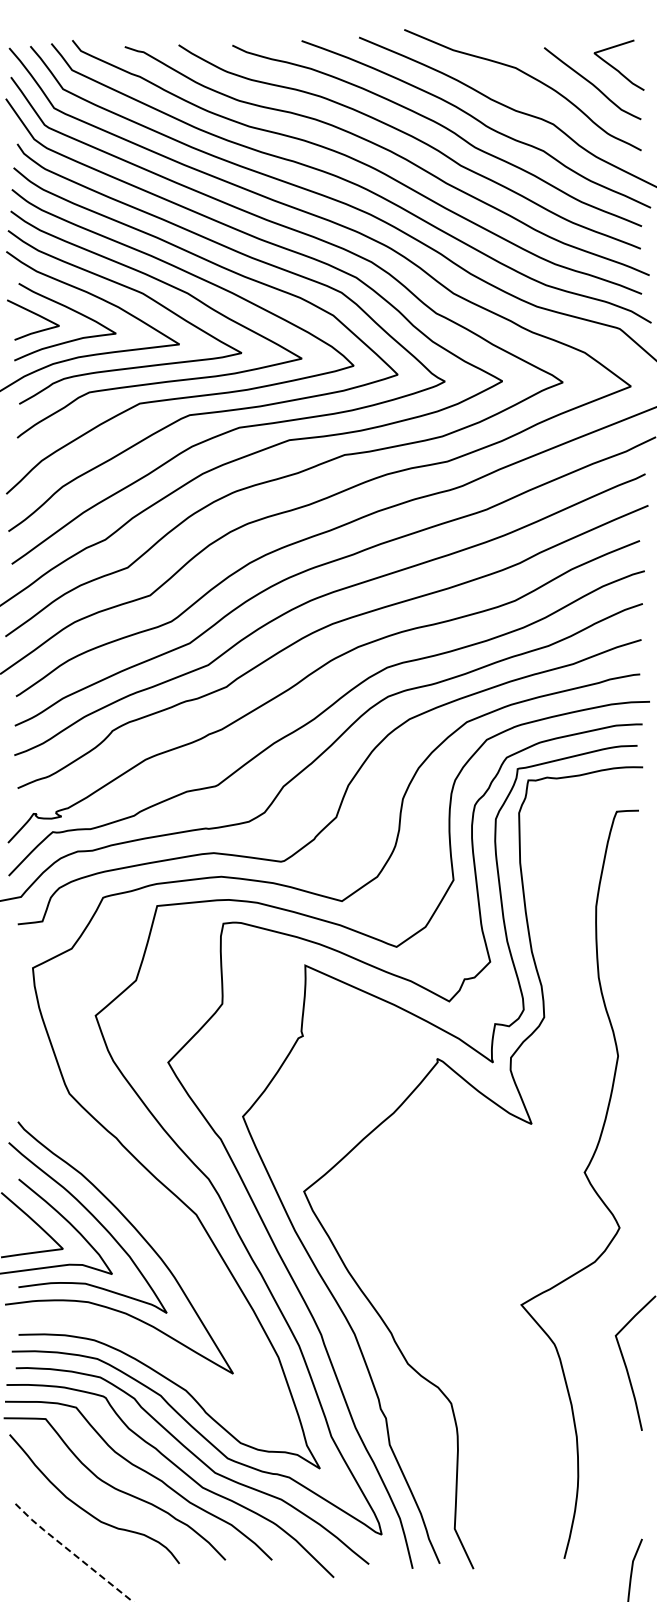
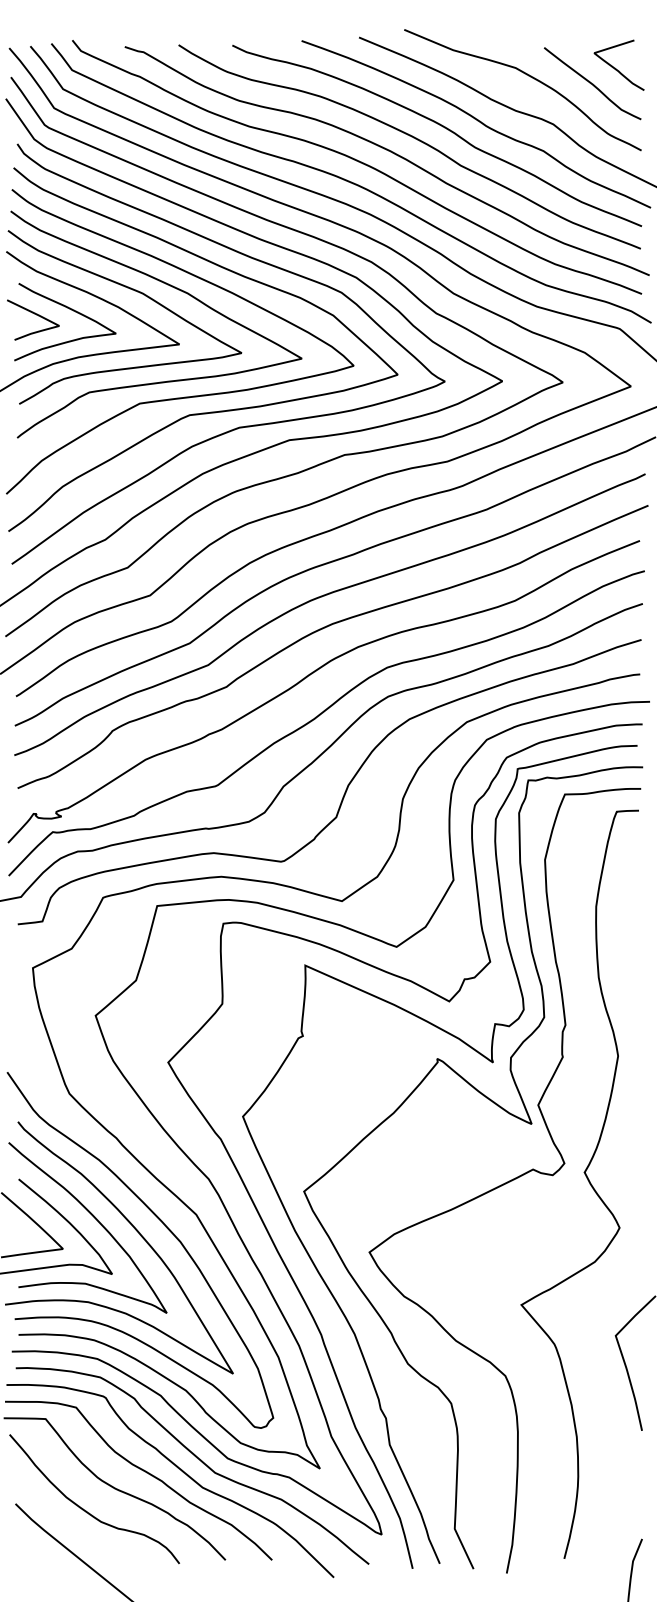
curve at (505, 1182): none -> present
curve at (165, 1227): none -> present
line at (72, 1553): dashed -> solid
